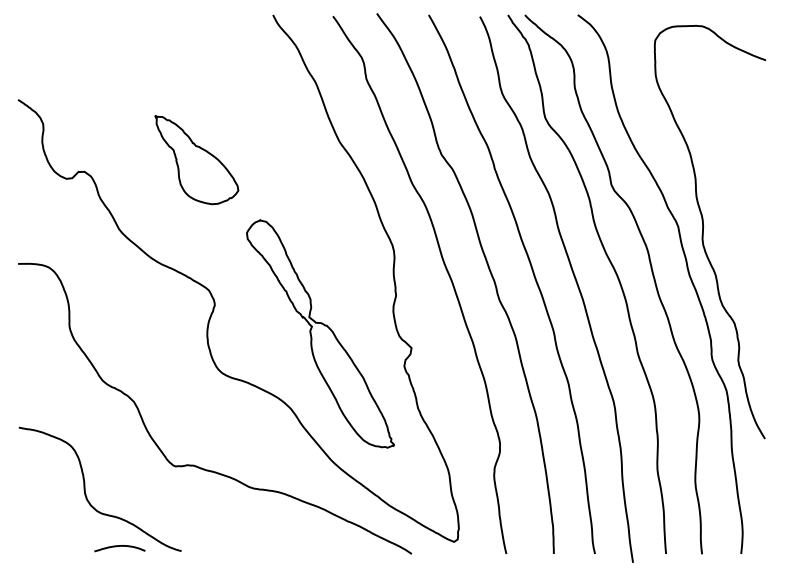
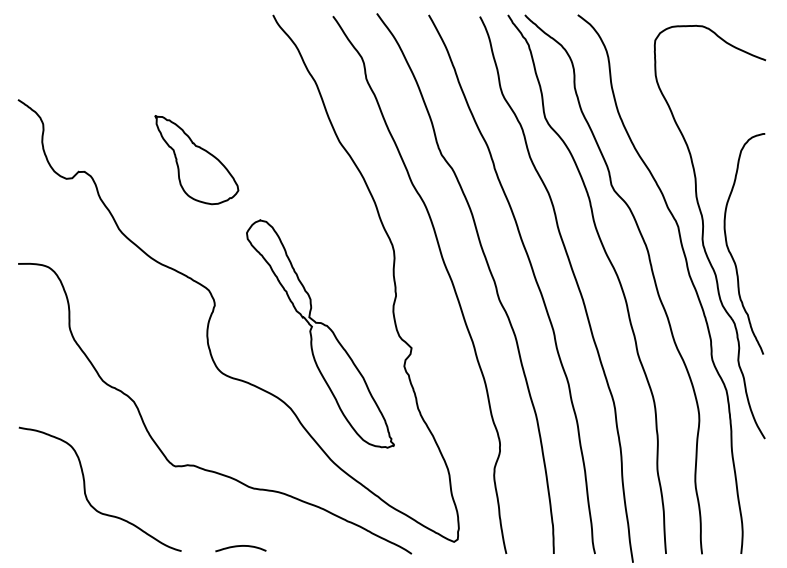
curve at (730, 251): none -> present
curve at (119, 546) position: (119, 546) -> (240, 546)
